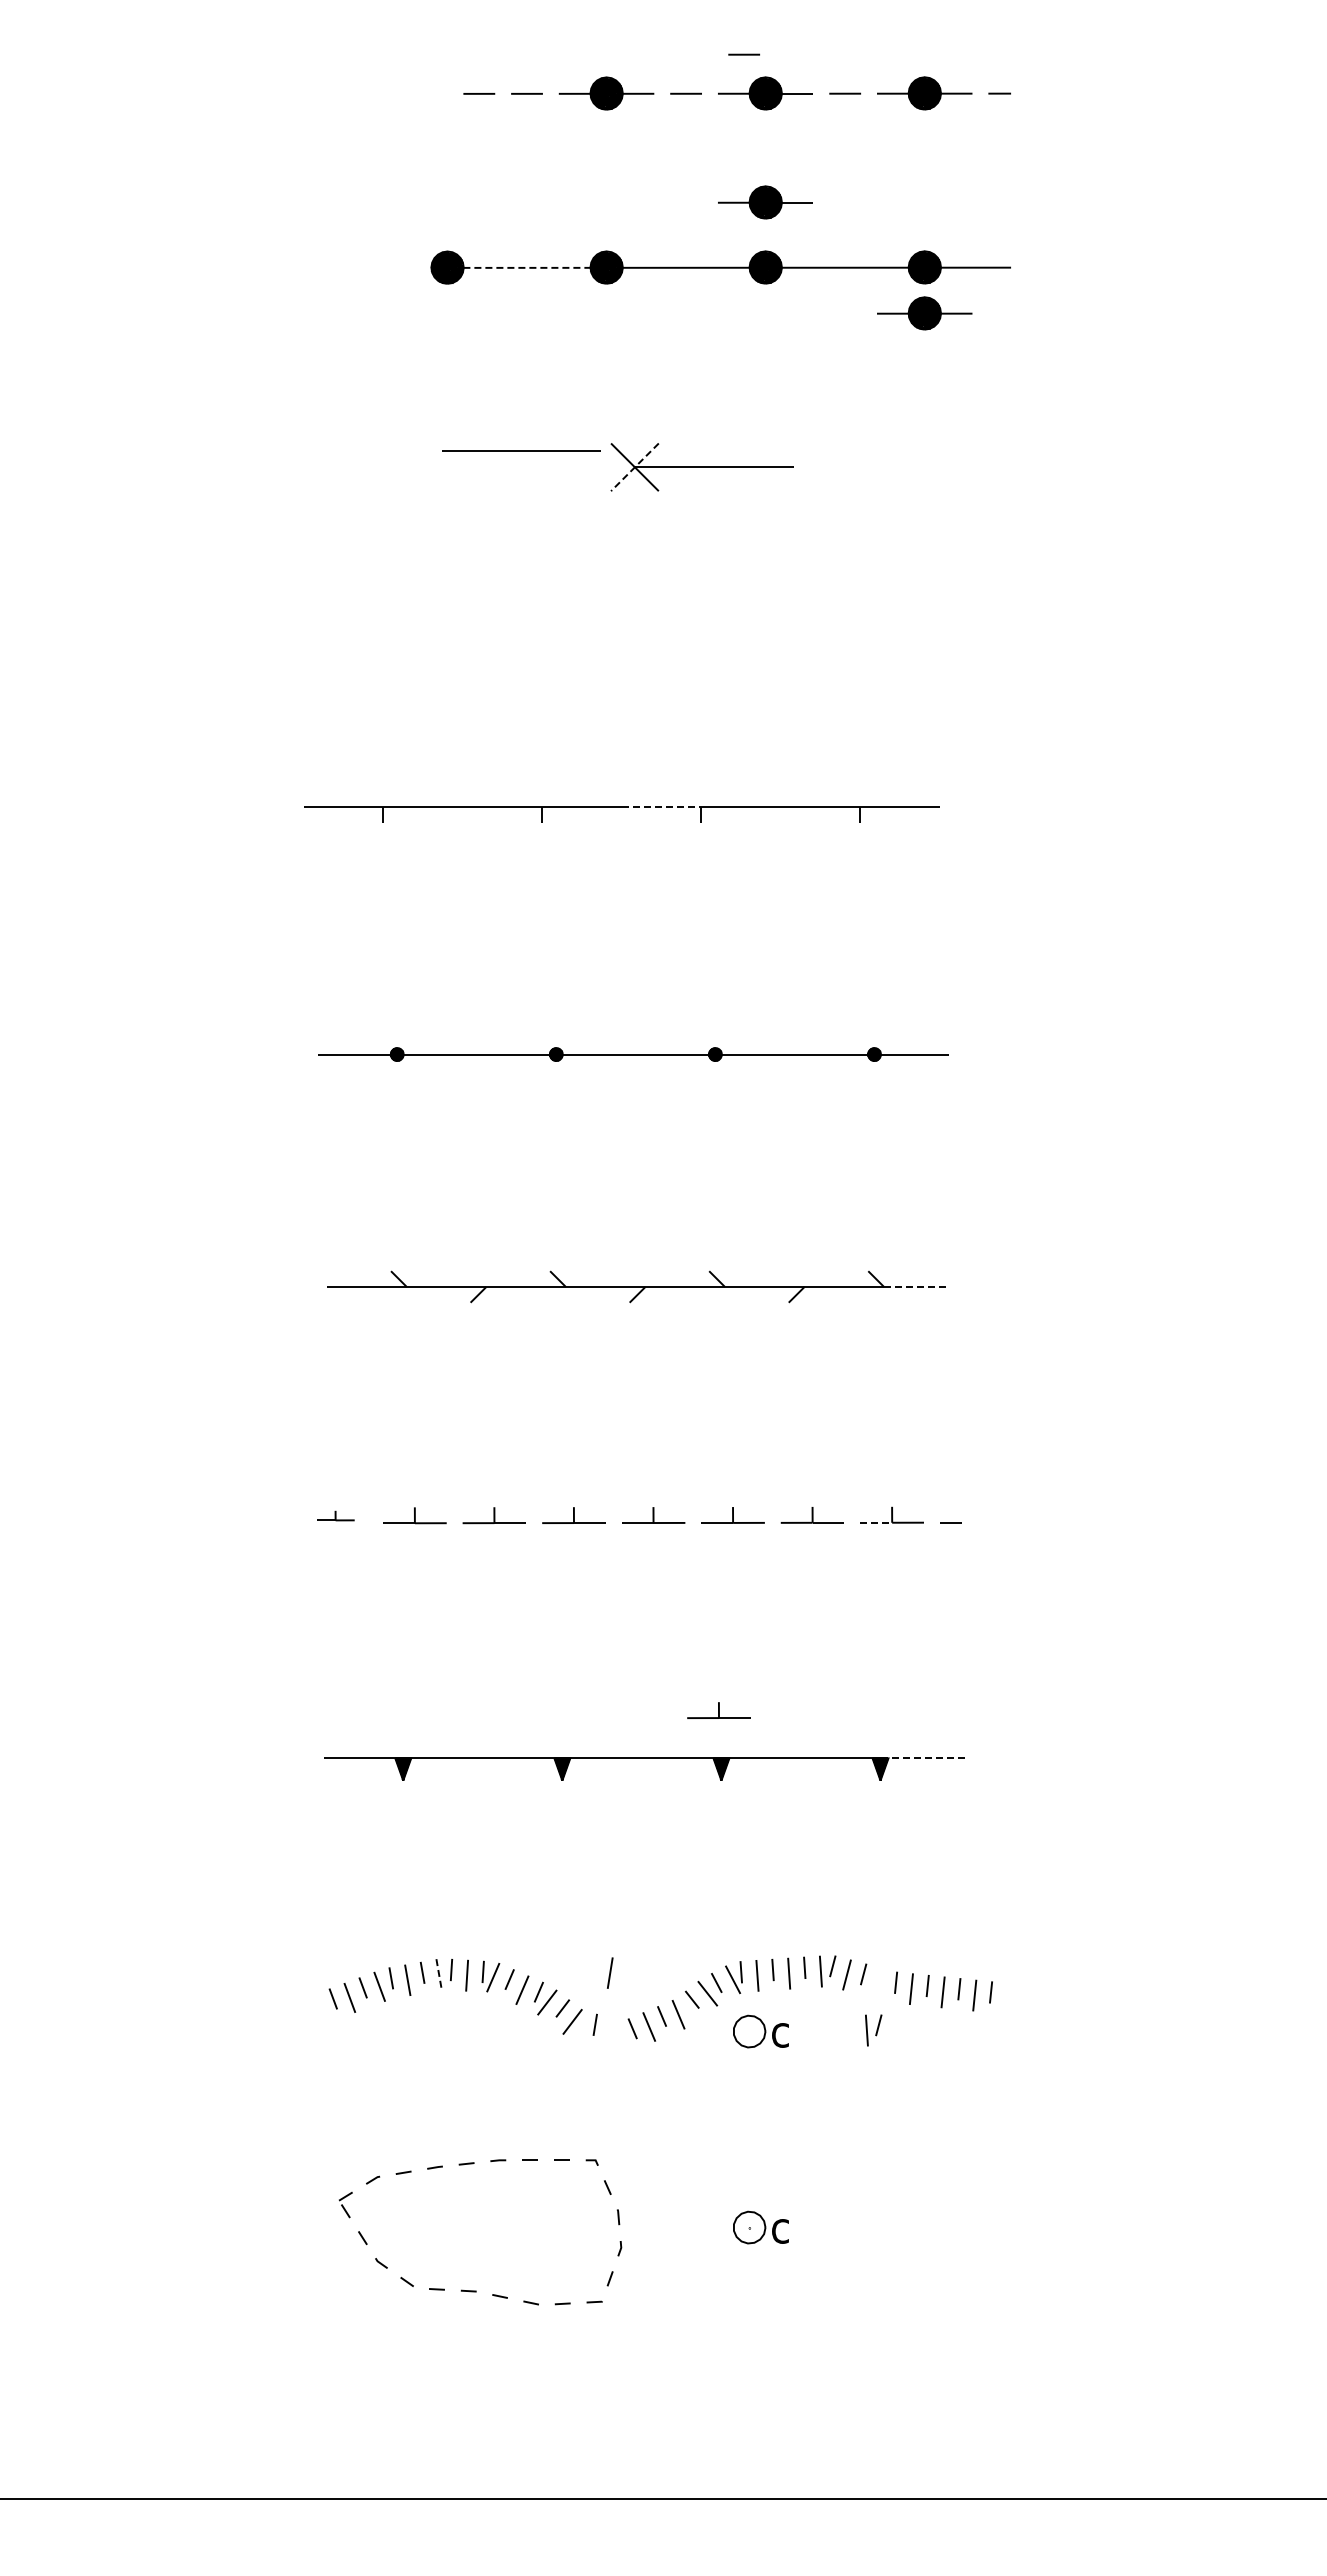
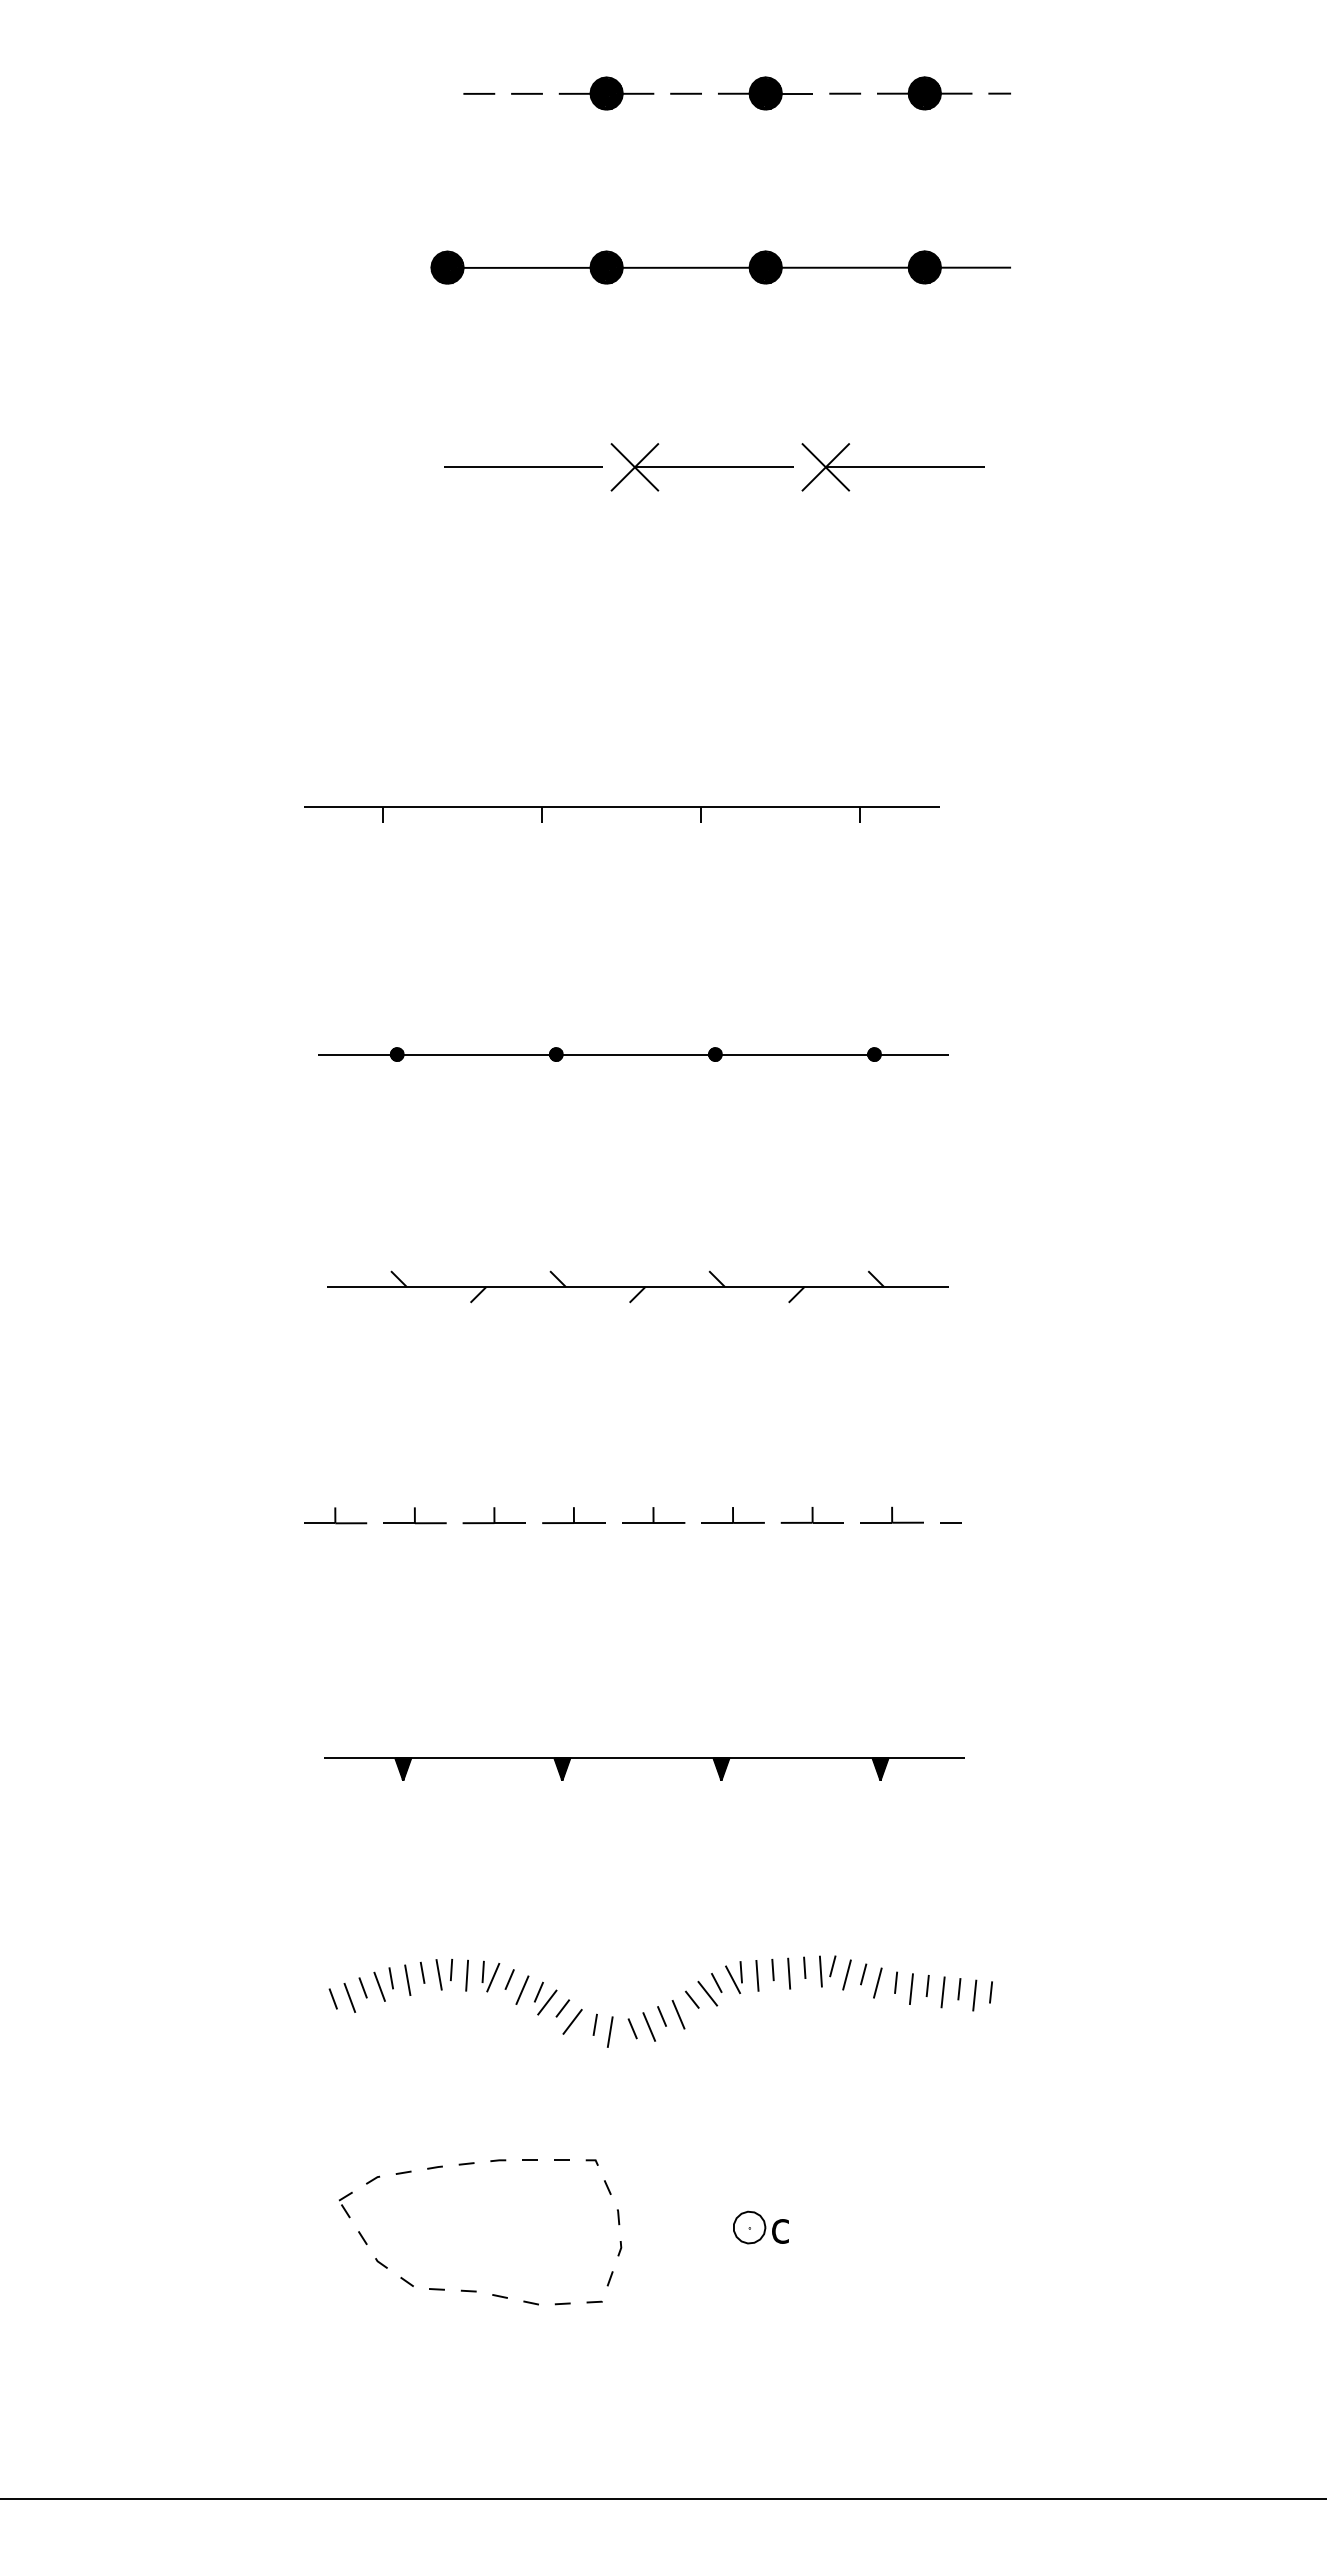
line at (743, 54): present -> none
part at (765, 202): present -> none
line at (527, 267): dashed -> solid
part at (924, 313): present -> none
line at (521, 450) position: (521, 450) -> (523, 466)
line at (634, 467): dashed -> solid
part at (892, 467): none -> present
line at (661, 807): dashed -> solid
line at (916, 1286): dashed -> solid
part at (335, 1515) size: 38x12 px -> 64x18 px
line at (876, 1522): dashed -> solid
part at (718, 1710): present -> none
line at (920, 1758): dashed -> solid
line at (610, 1972) position: (610, 1972) -> (610, 2031)
line at (439, 1974): dashed -> solid
line at (877, 1982): none -> present
part at (873, 2030): present -> none
part at (760, 2031): present -> none
